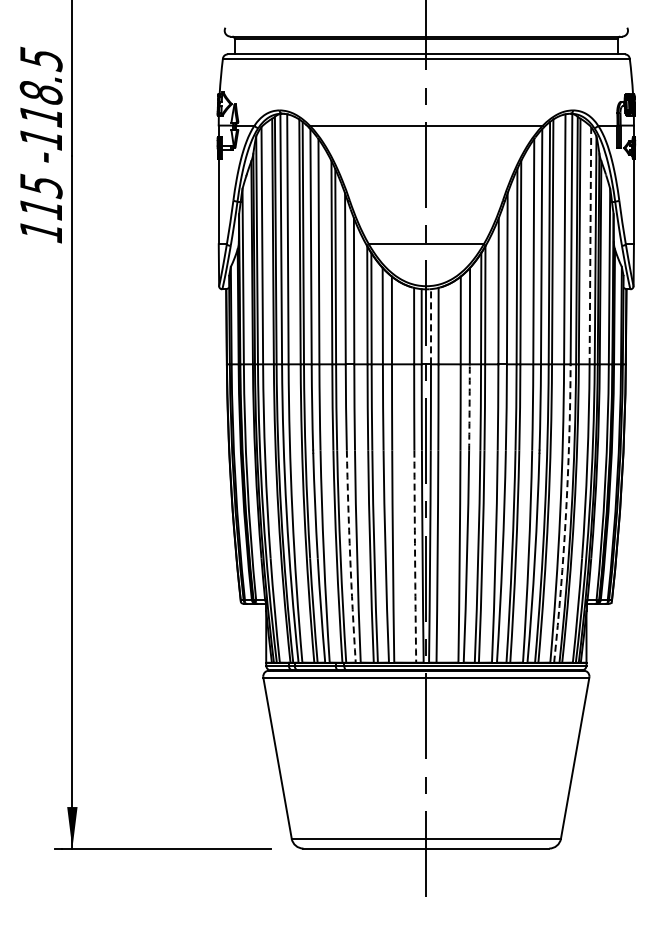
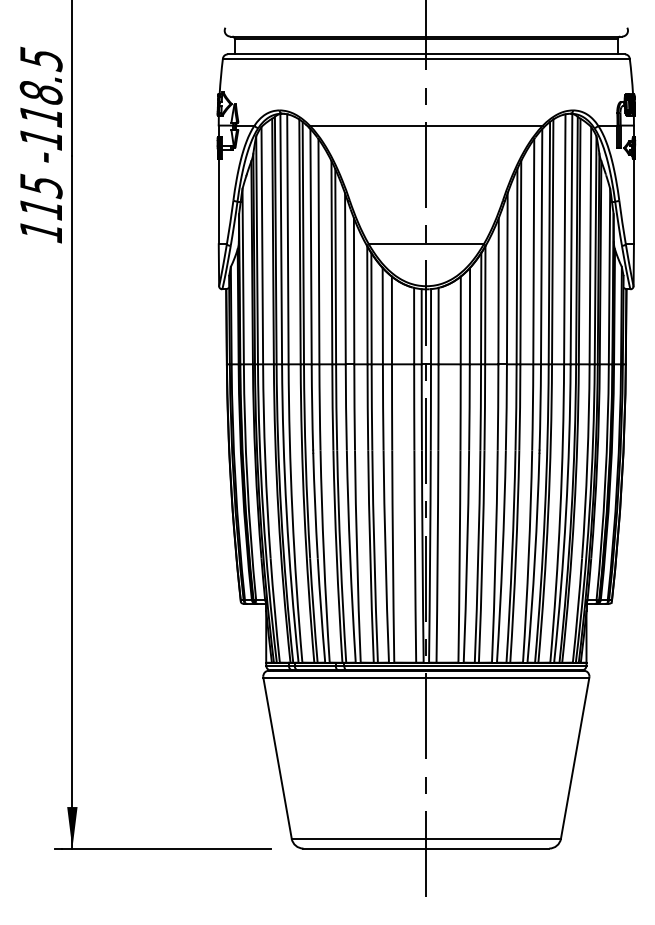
line at (590, 245): dashed -> solid
line at (431, 326): dashed -> solid
arc at (469, 407): dashed -> solid
arc at (566, 513): dashed -> solid
arc at (350, 556): dashed -> solid
arc at (415, 556): dashed -> solid
